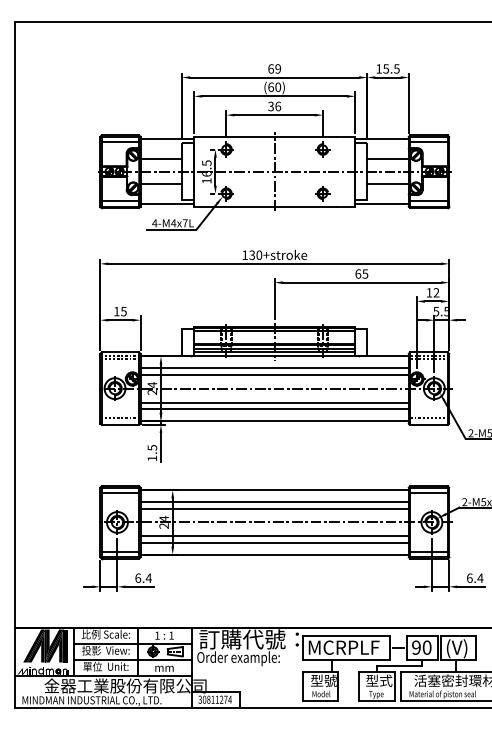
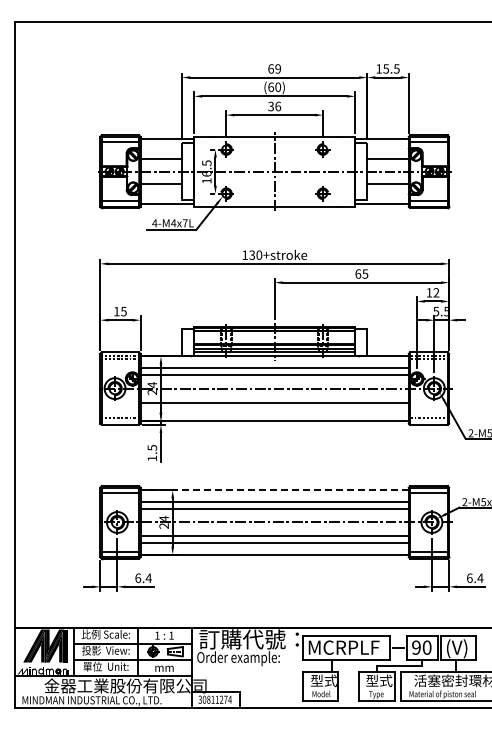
line at (274, 409): present -> none
line at (274, 490): solid -> dashed
text at (330, 680): 型號 -> 型式
